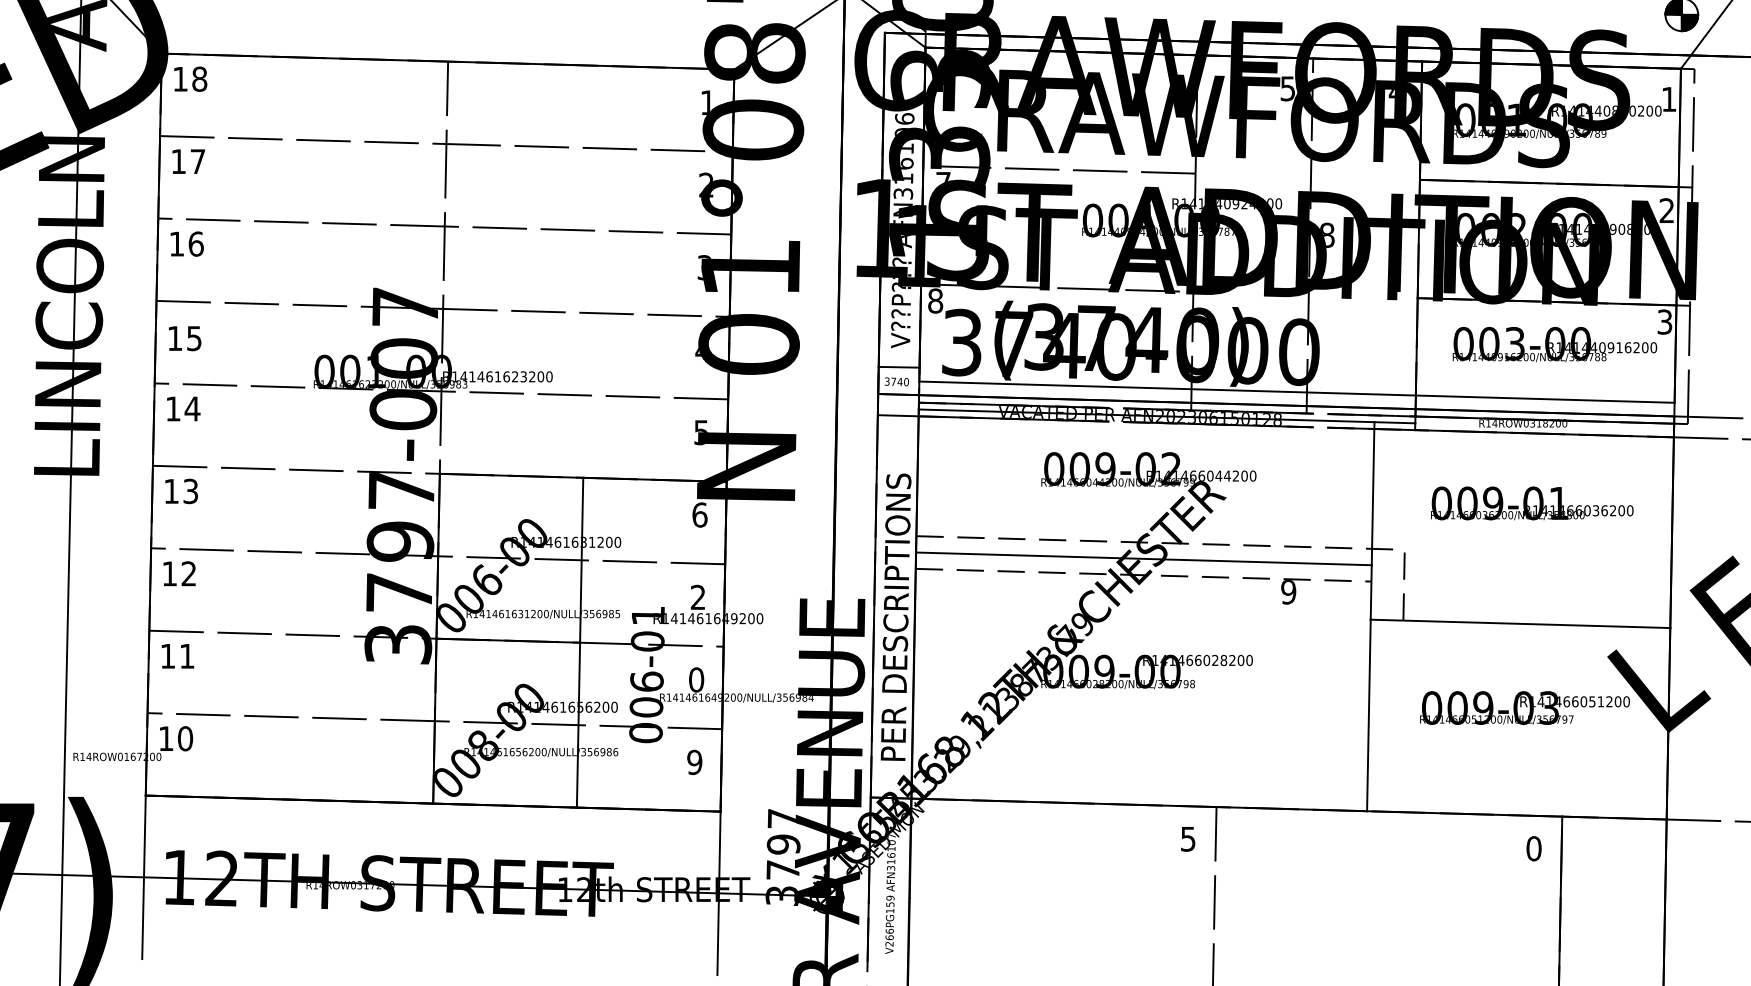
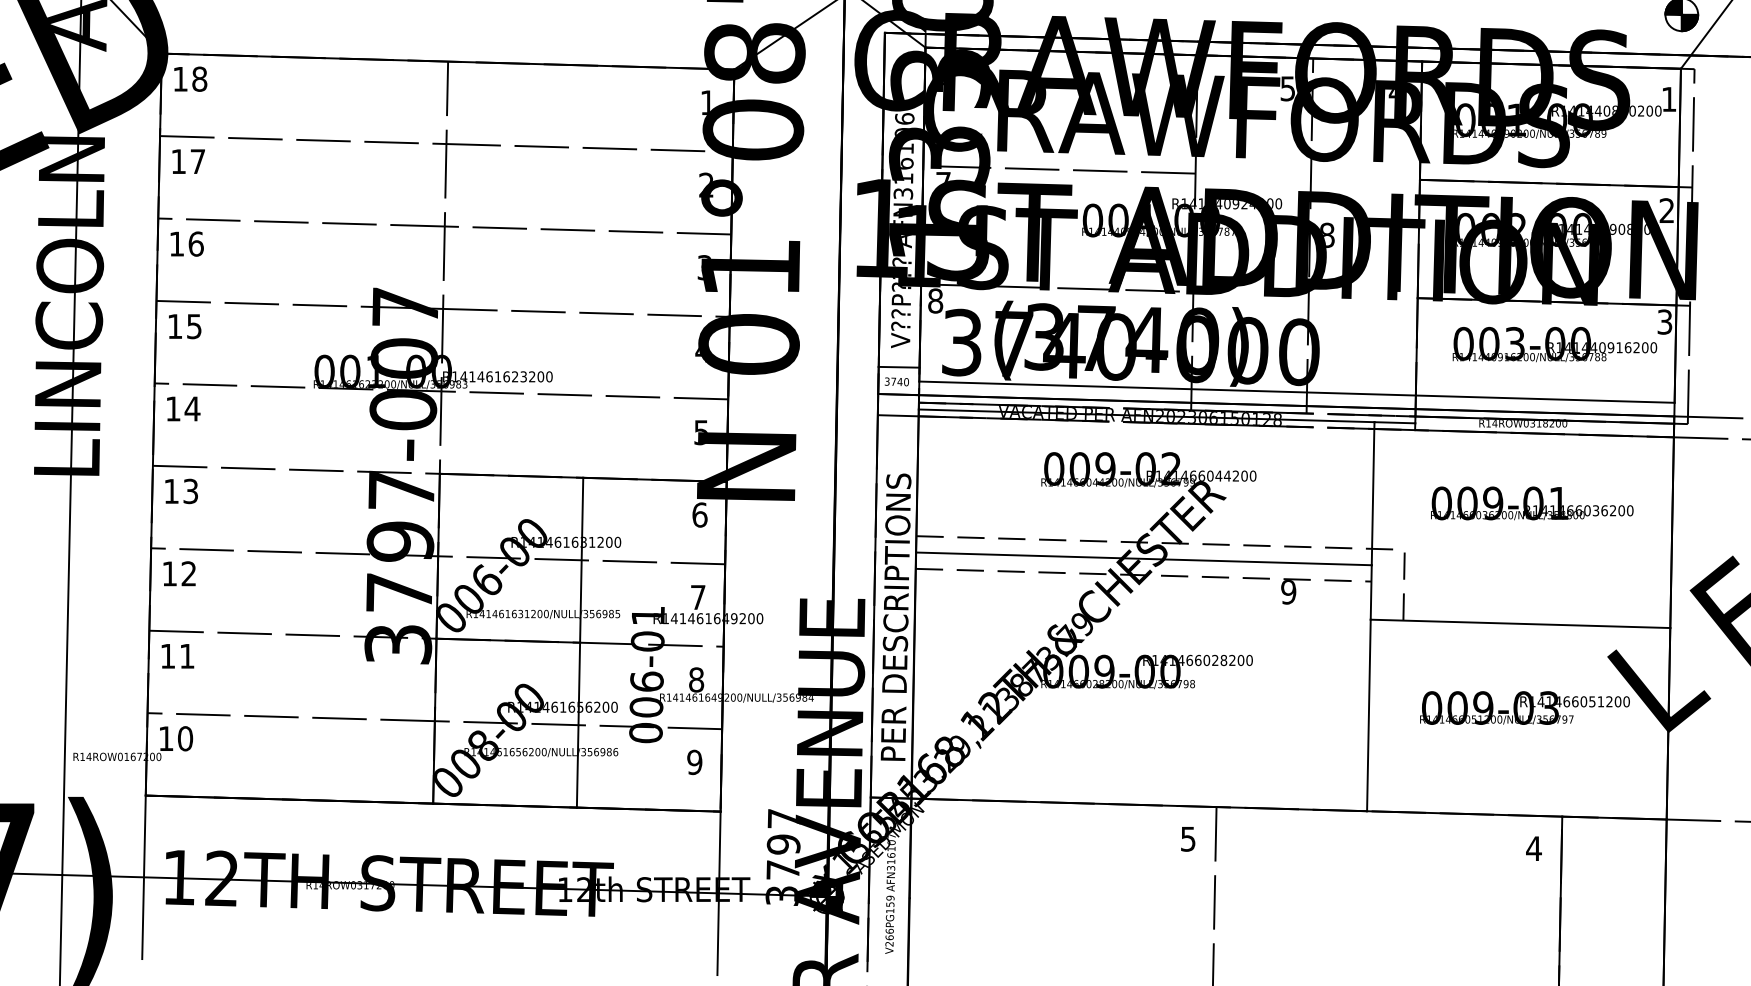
text at (185, 338) position: (185, 338) -> (185, 326)
text at (697, 596): 2 -> 7
text at (696, 679): 0 -> 8
text at (1533, 848): 0 -> 4
